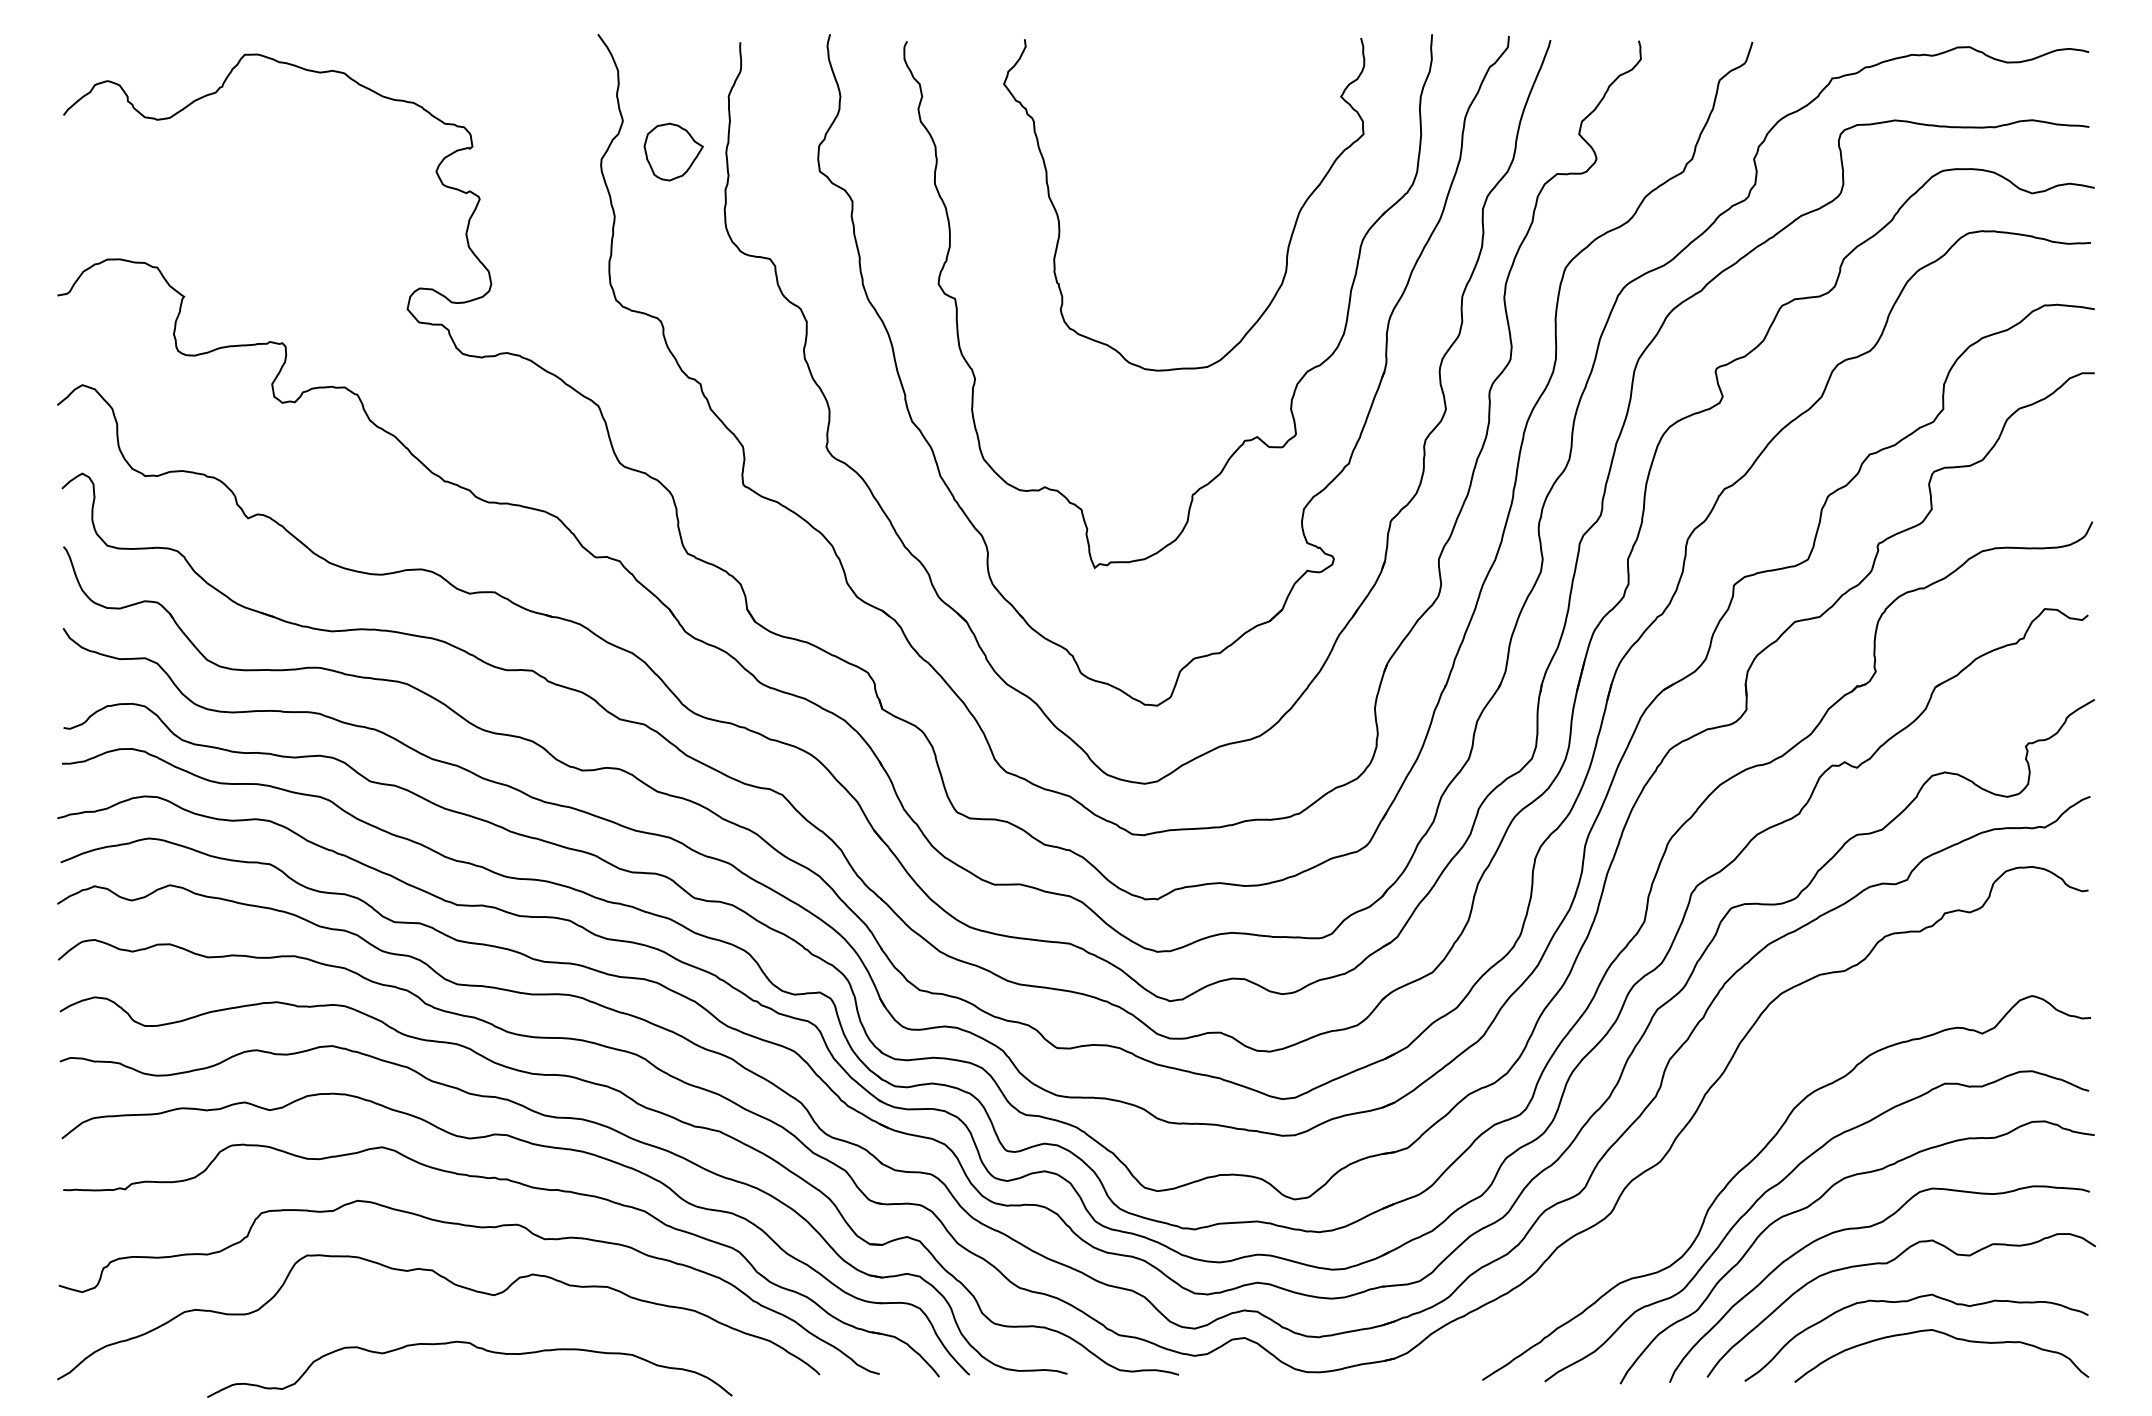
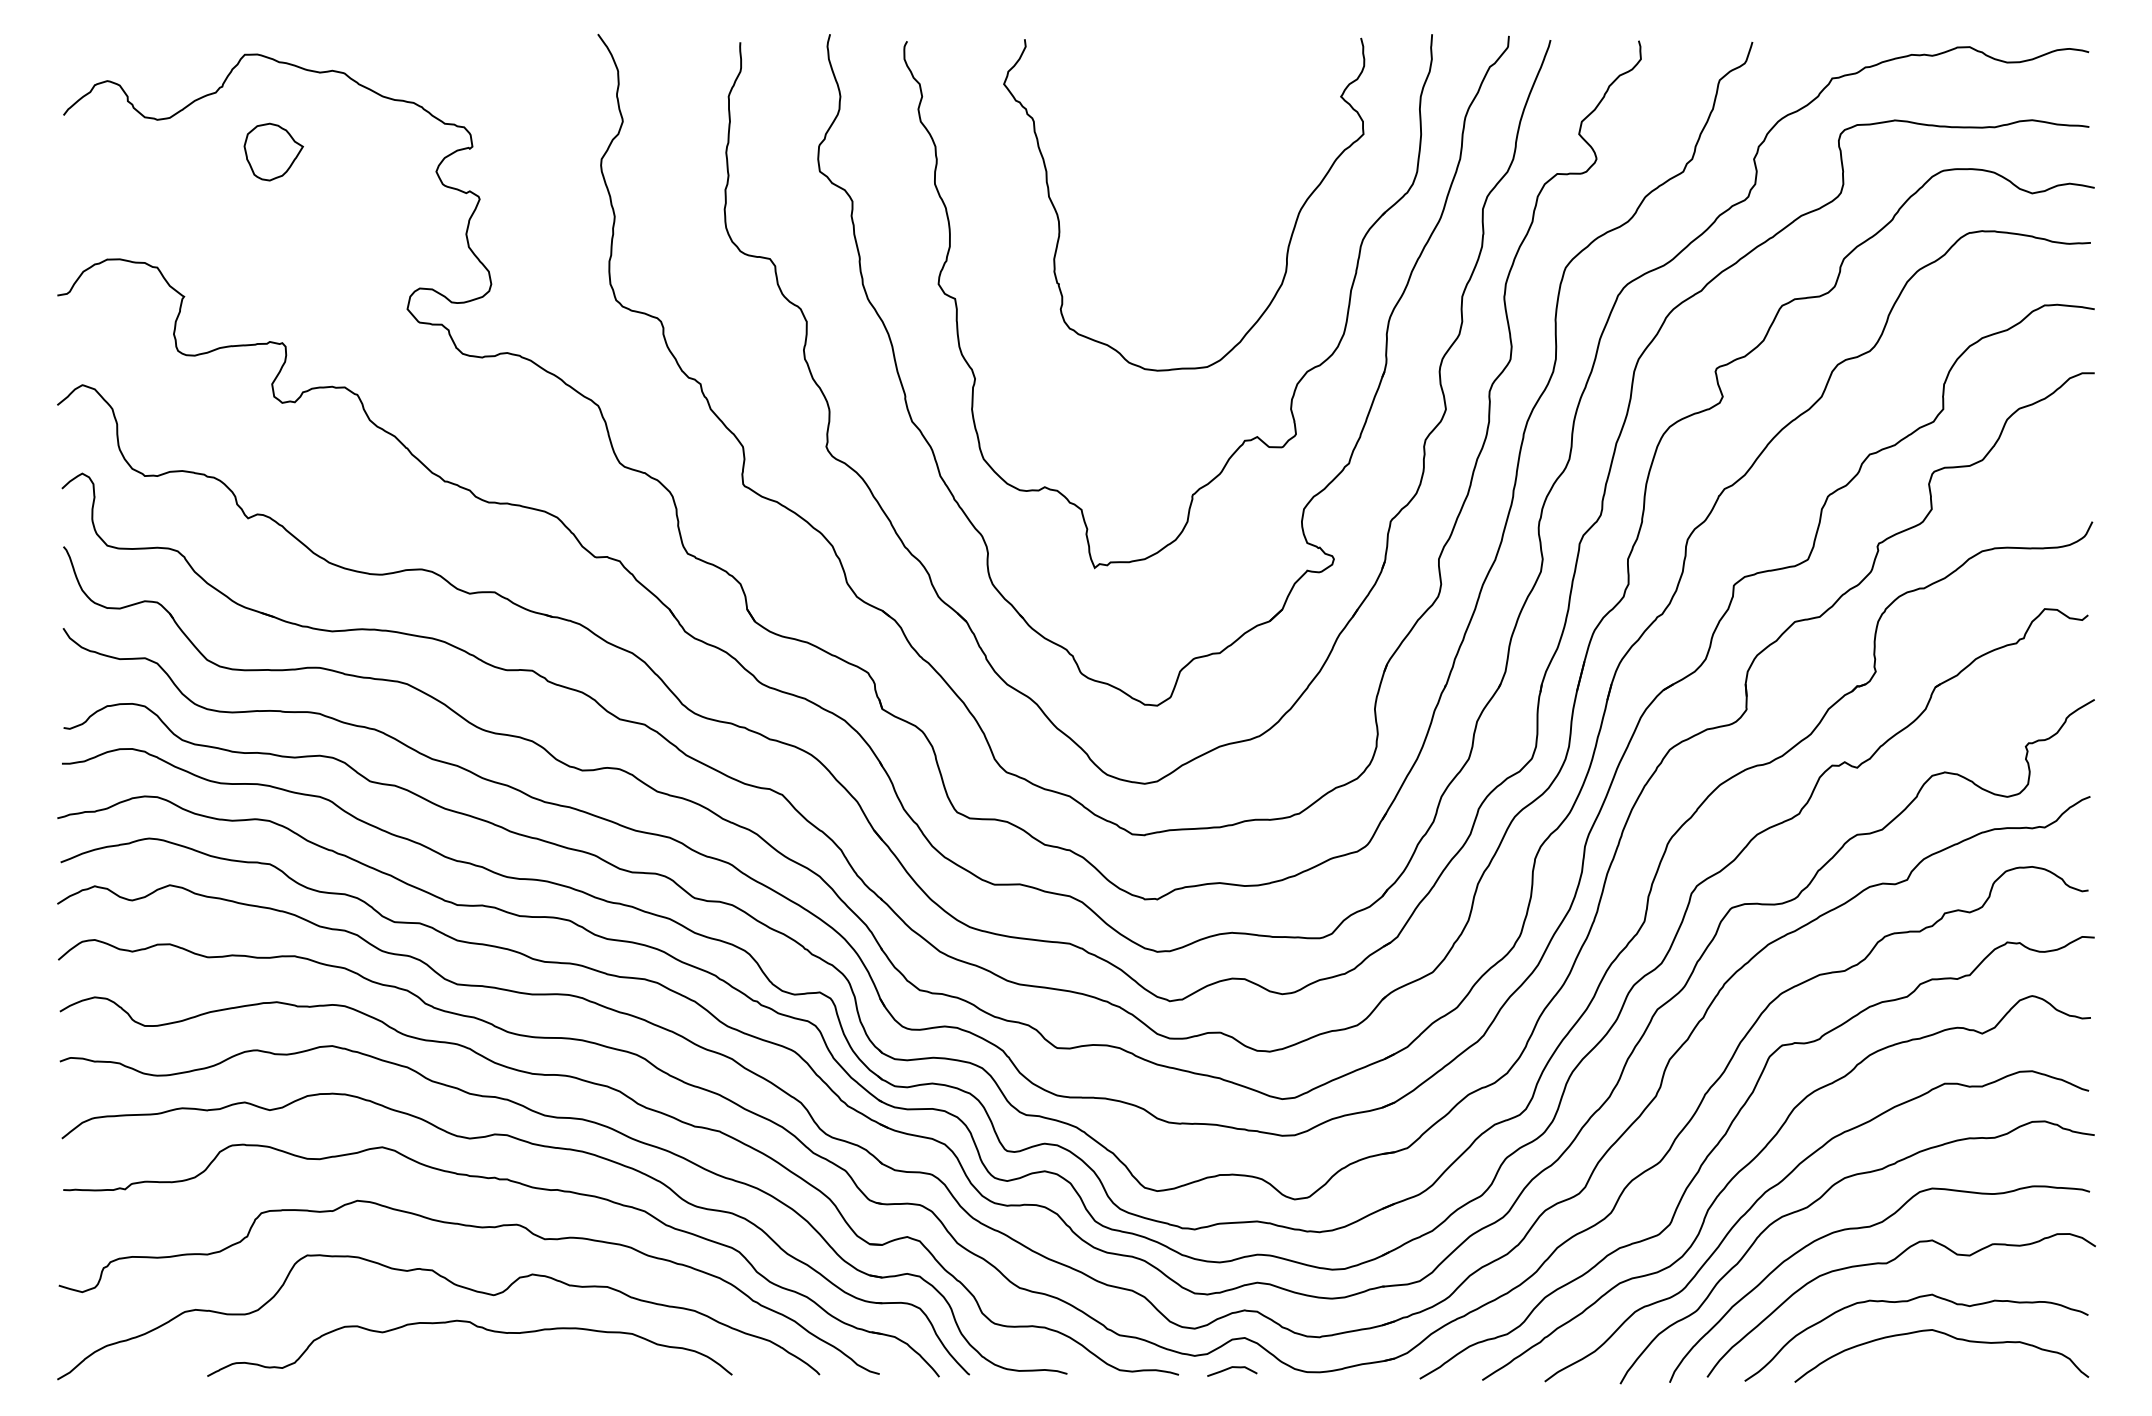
part at (673, 151) position: (673, 151) -> (273, 151)
curve at (1726, 1134): none -> present
curve at (476, 1348) position: (476, 1348) -> (476, 1327)
curve at (1231, 1368): none -> present
